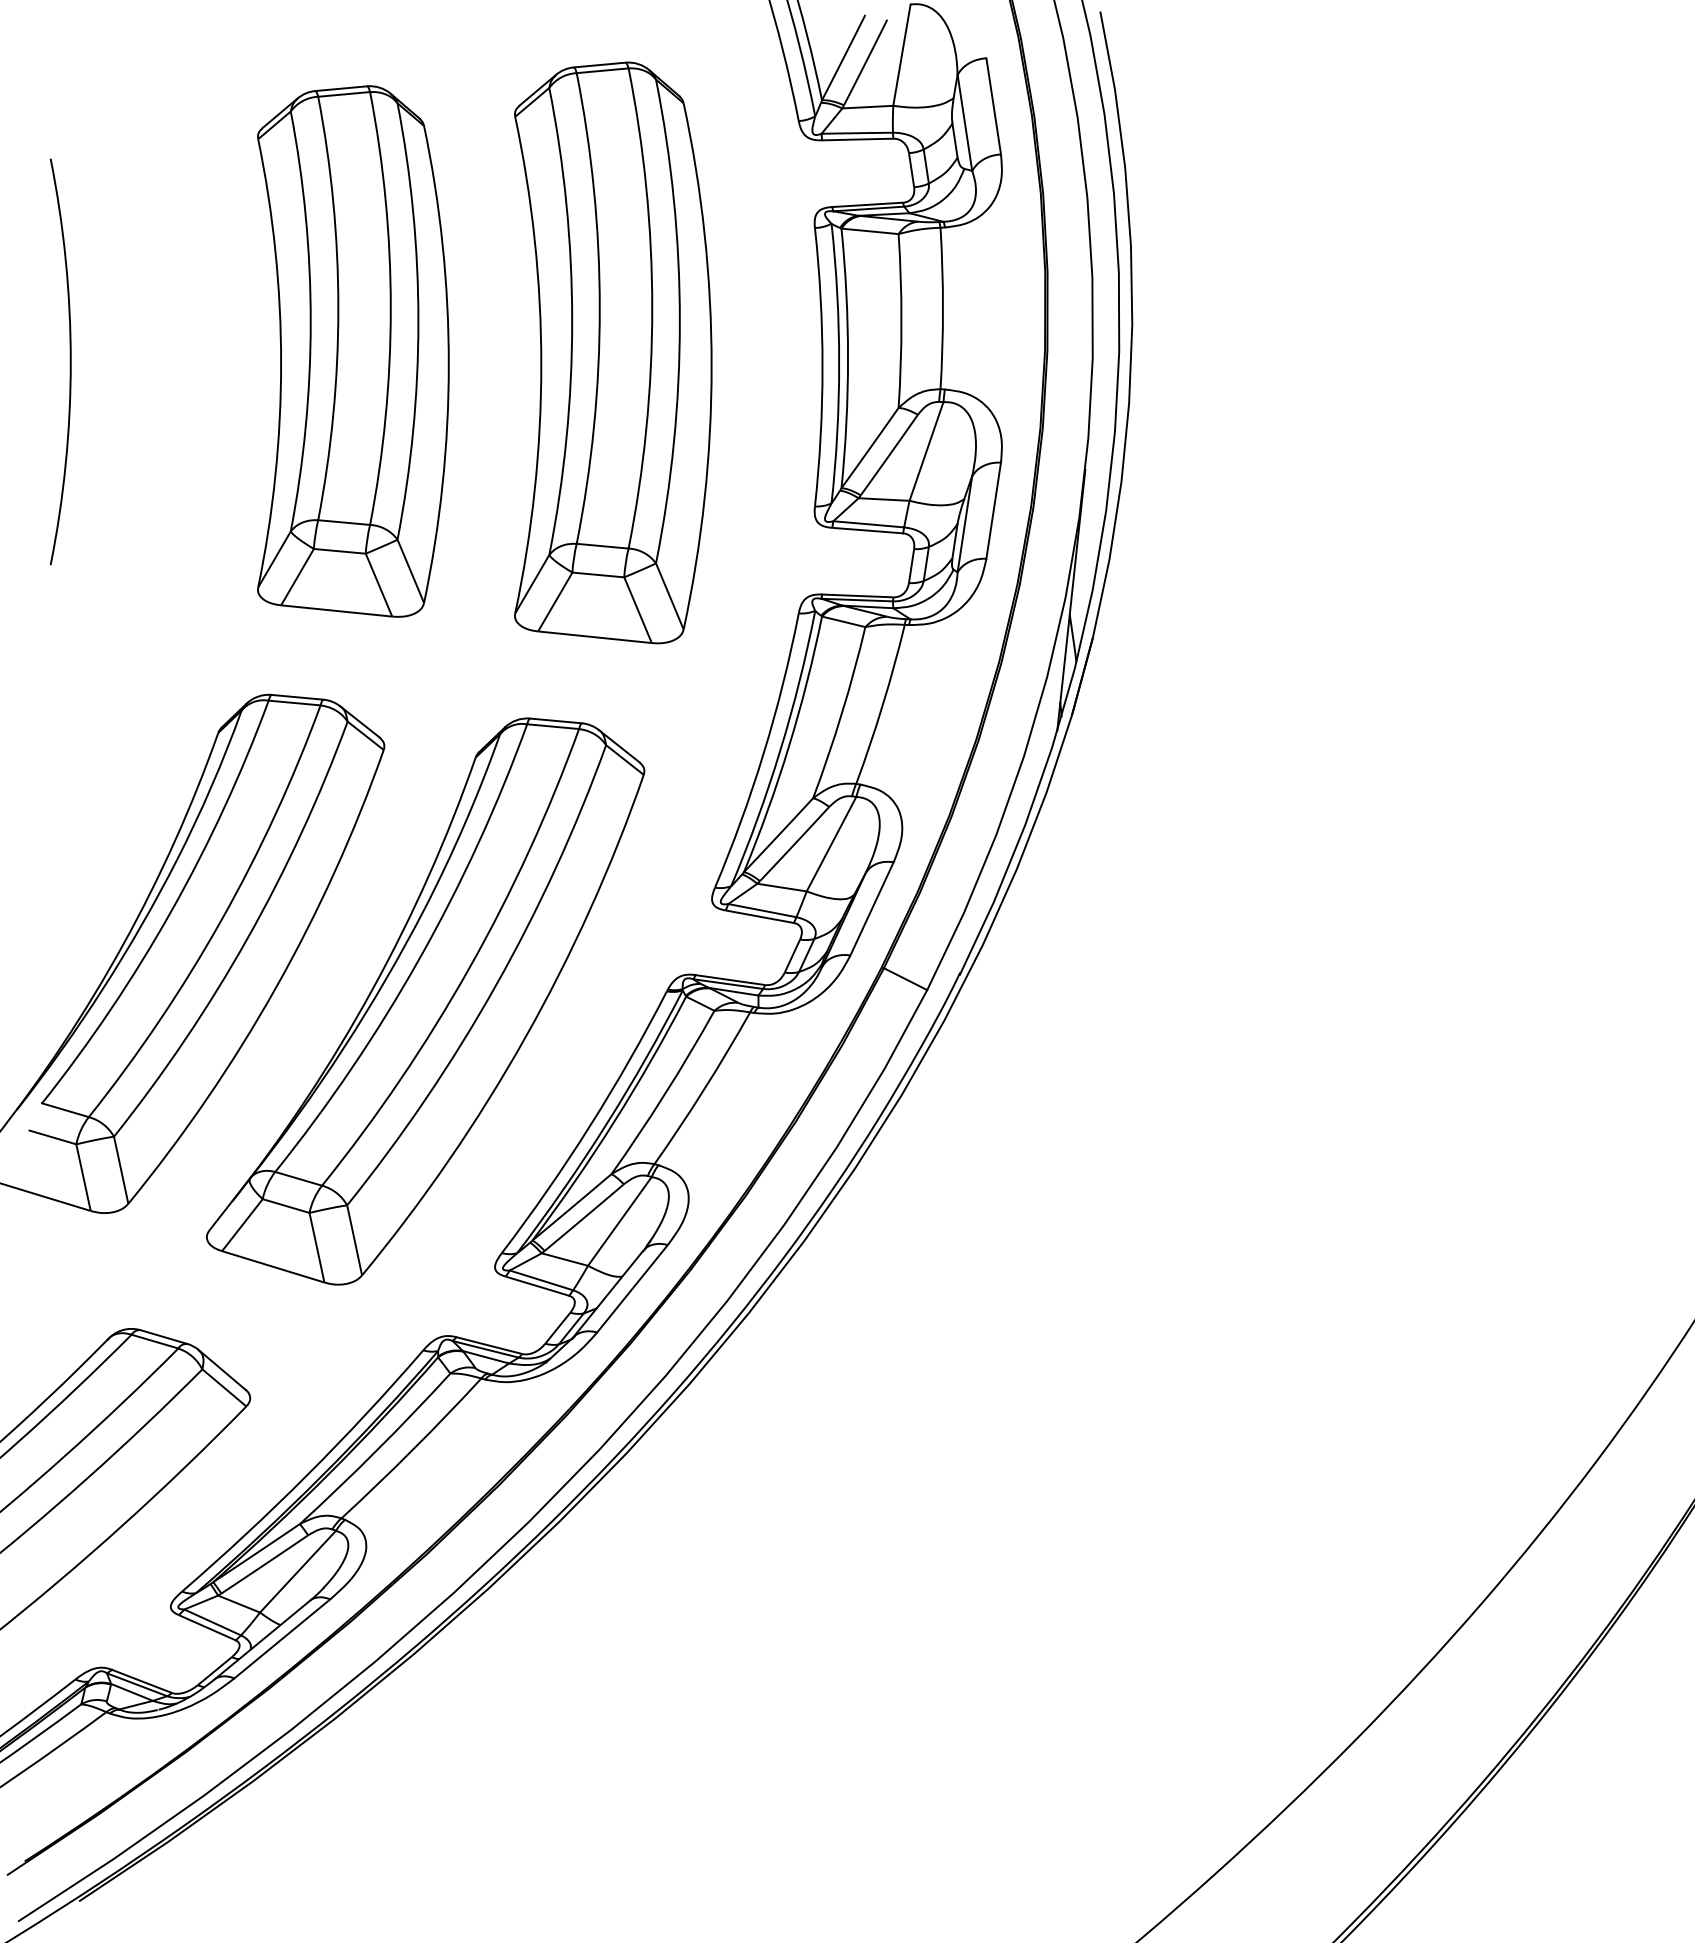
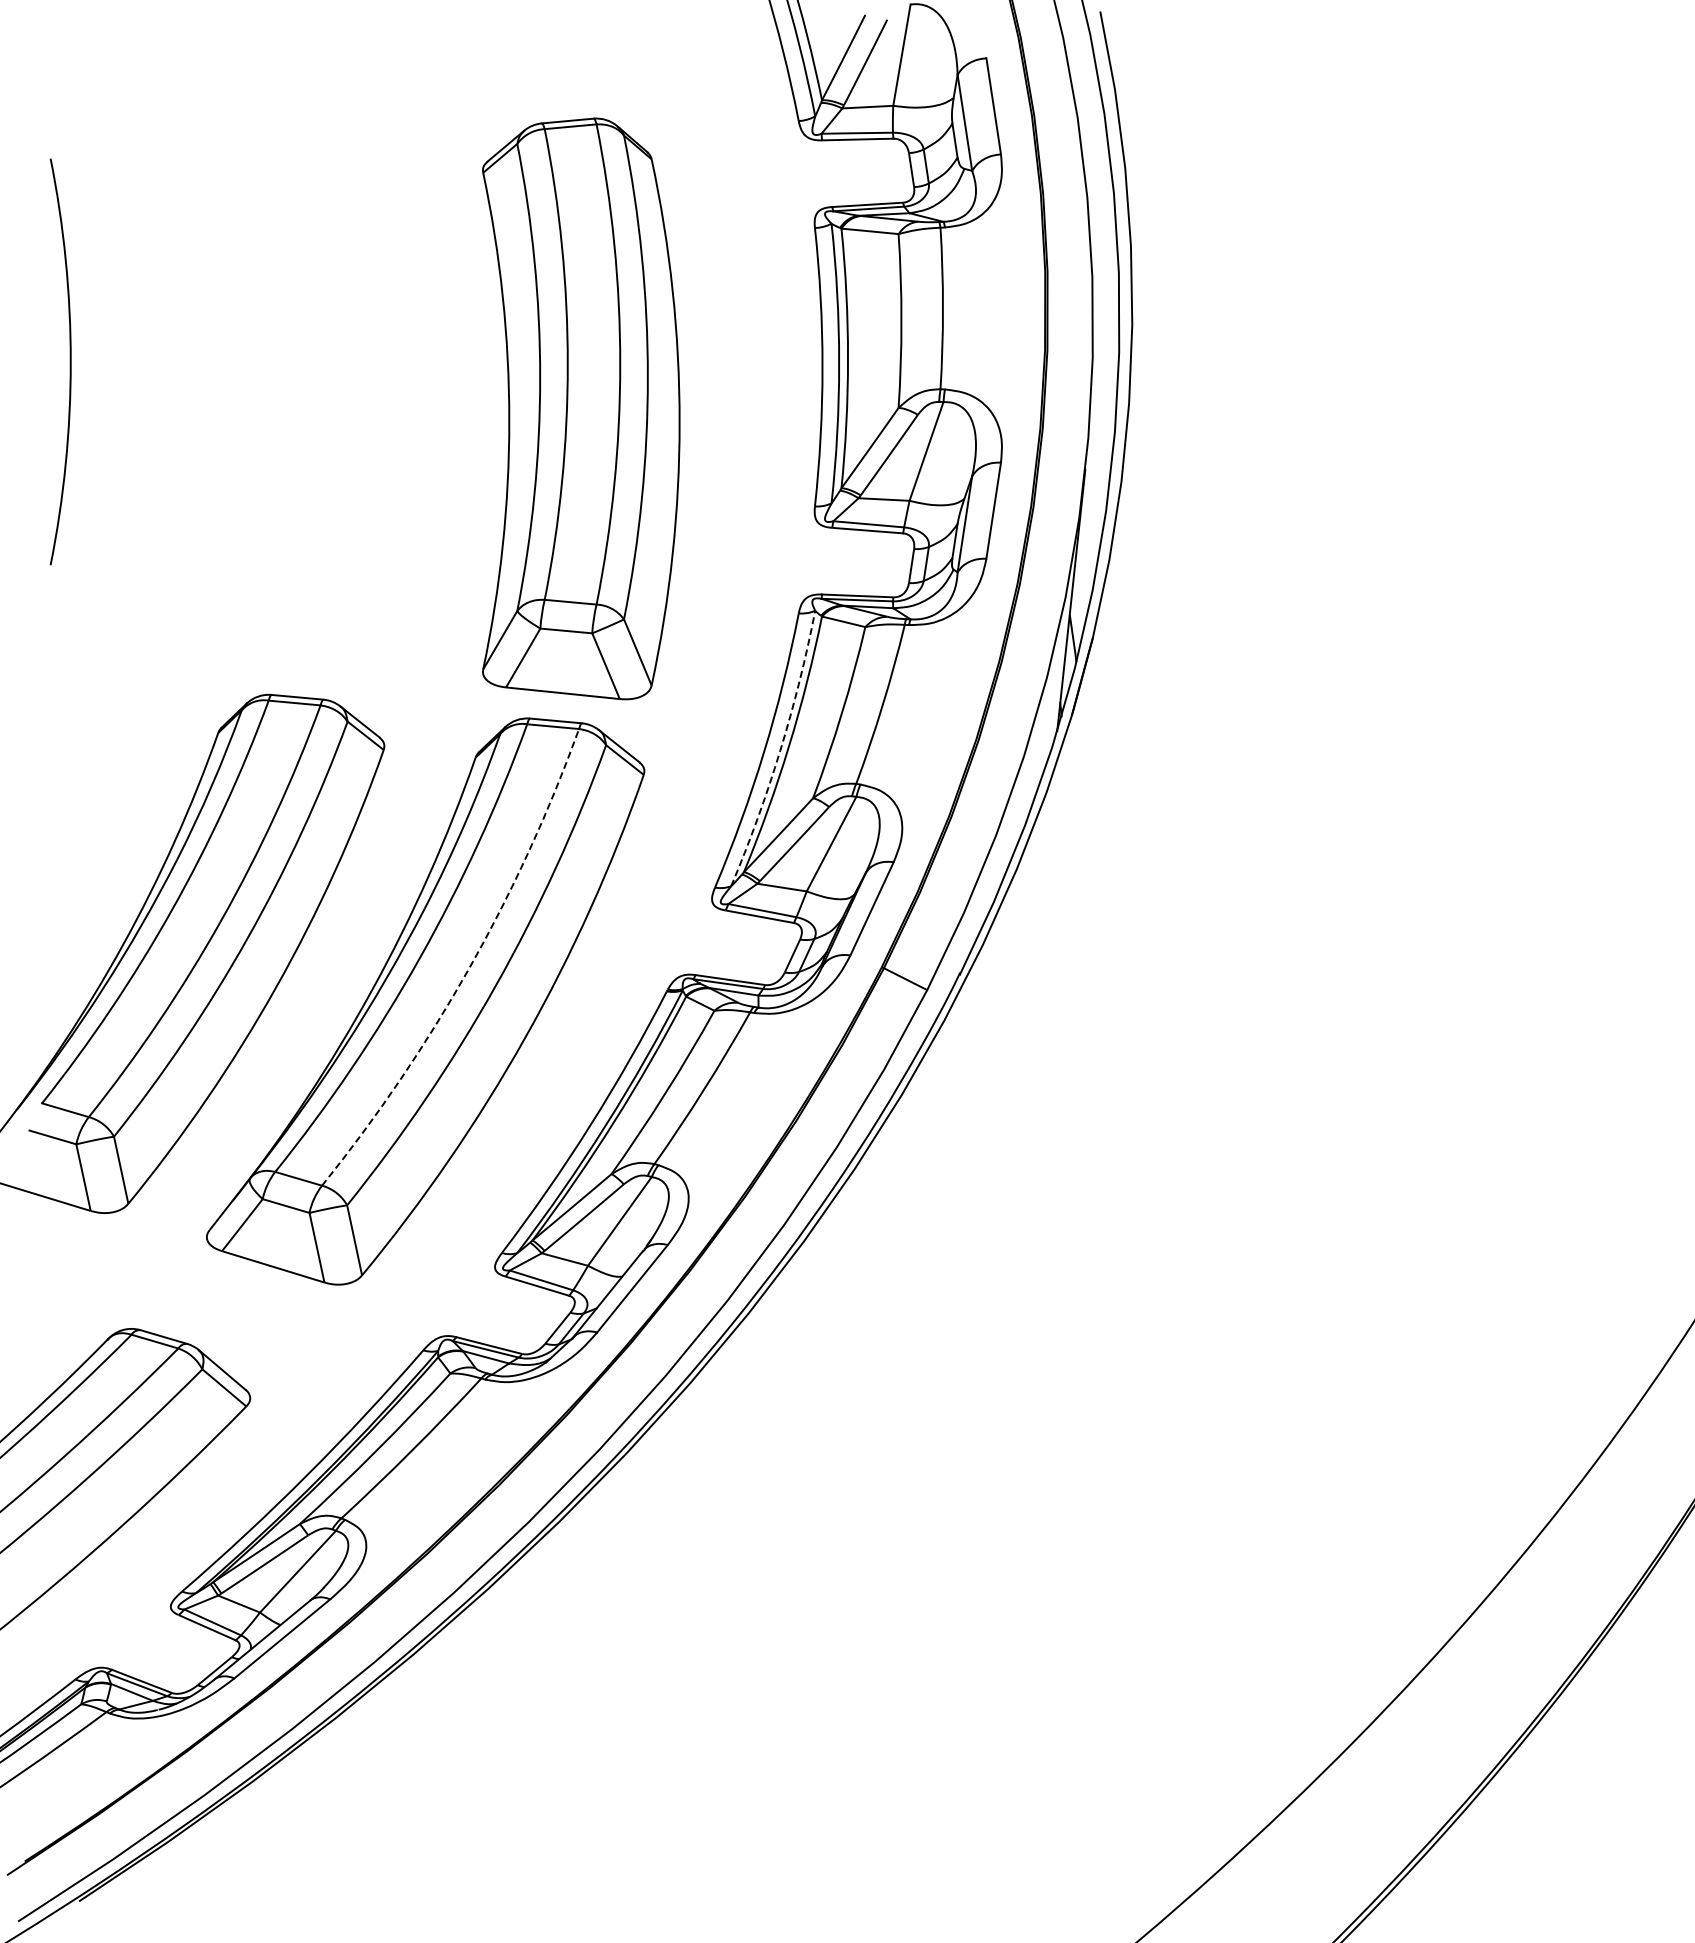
part at (353, 351): present -> none
part at (613, 352) position: (613, 352) -> (581, 408)
arc at (780, 750): solid -> dashed
arc at (469, 968): solid -> dashed
